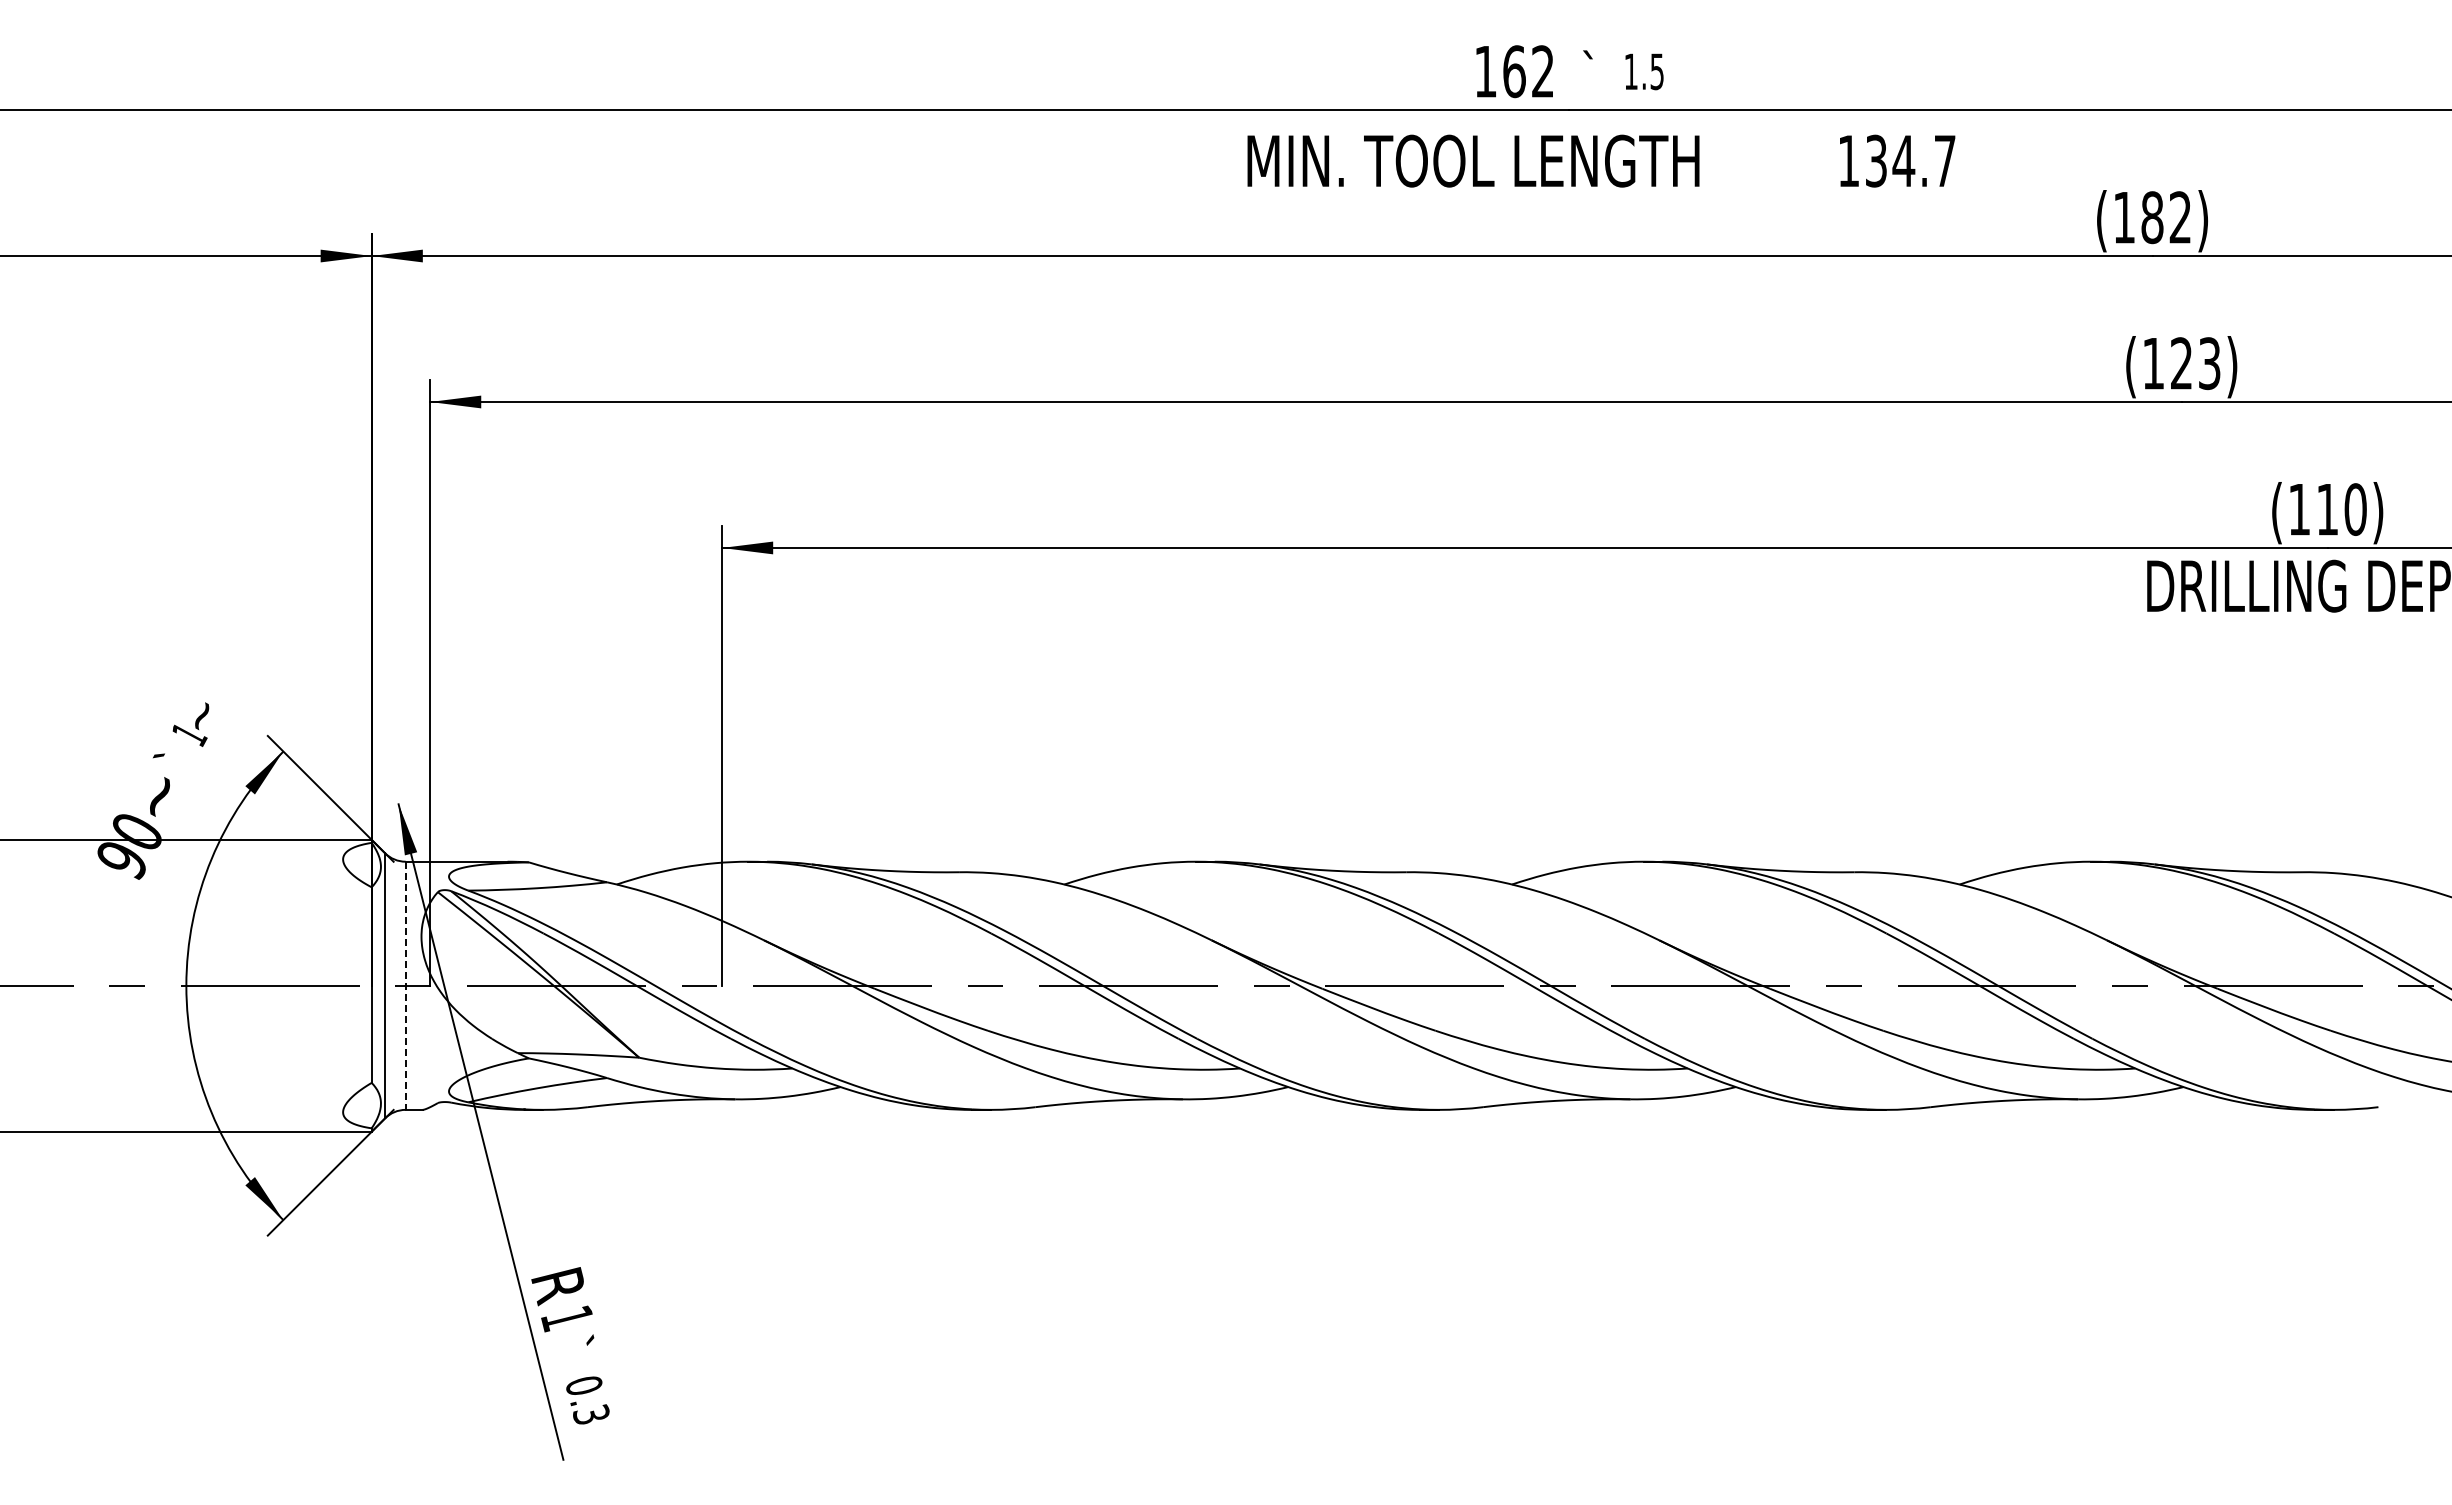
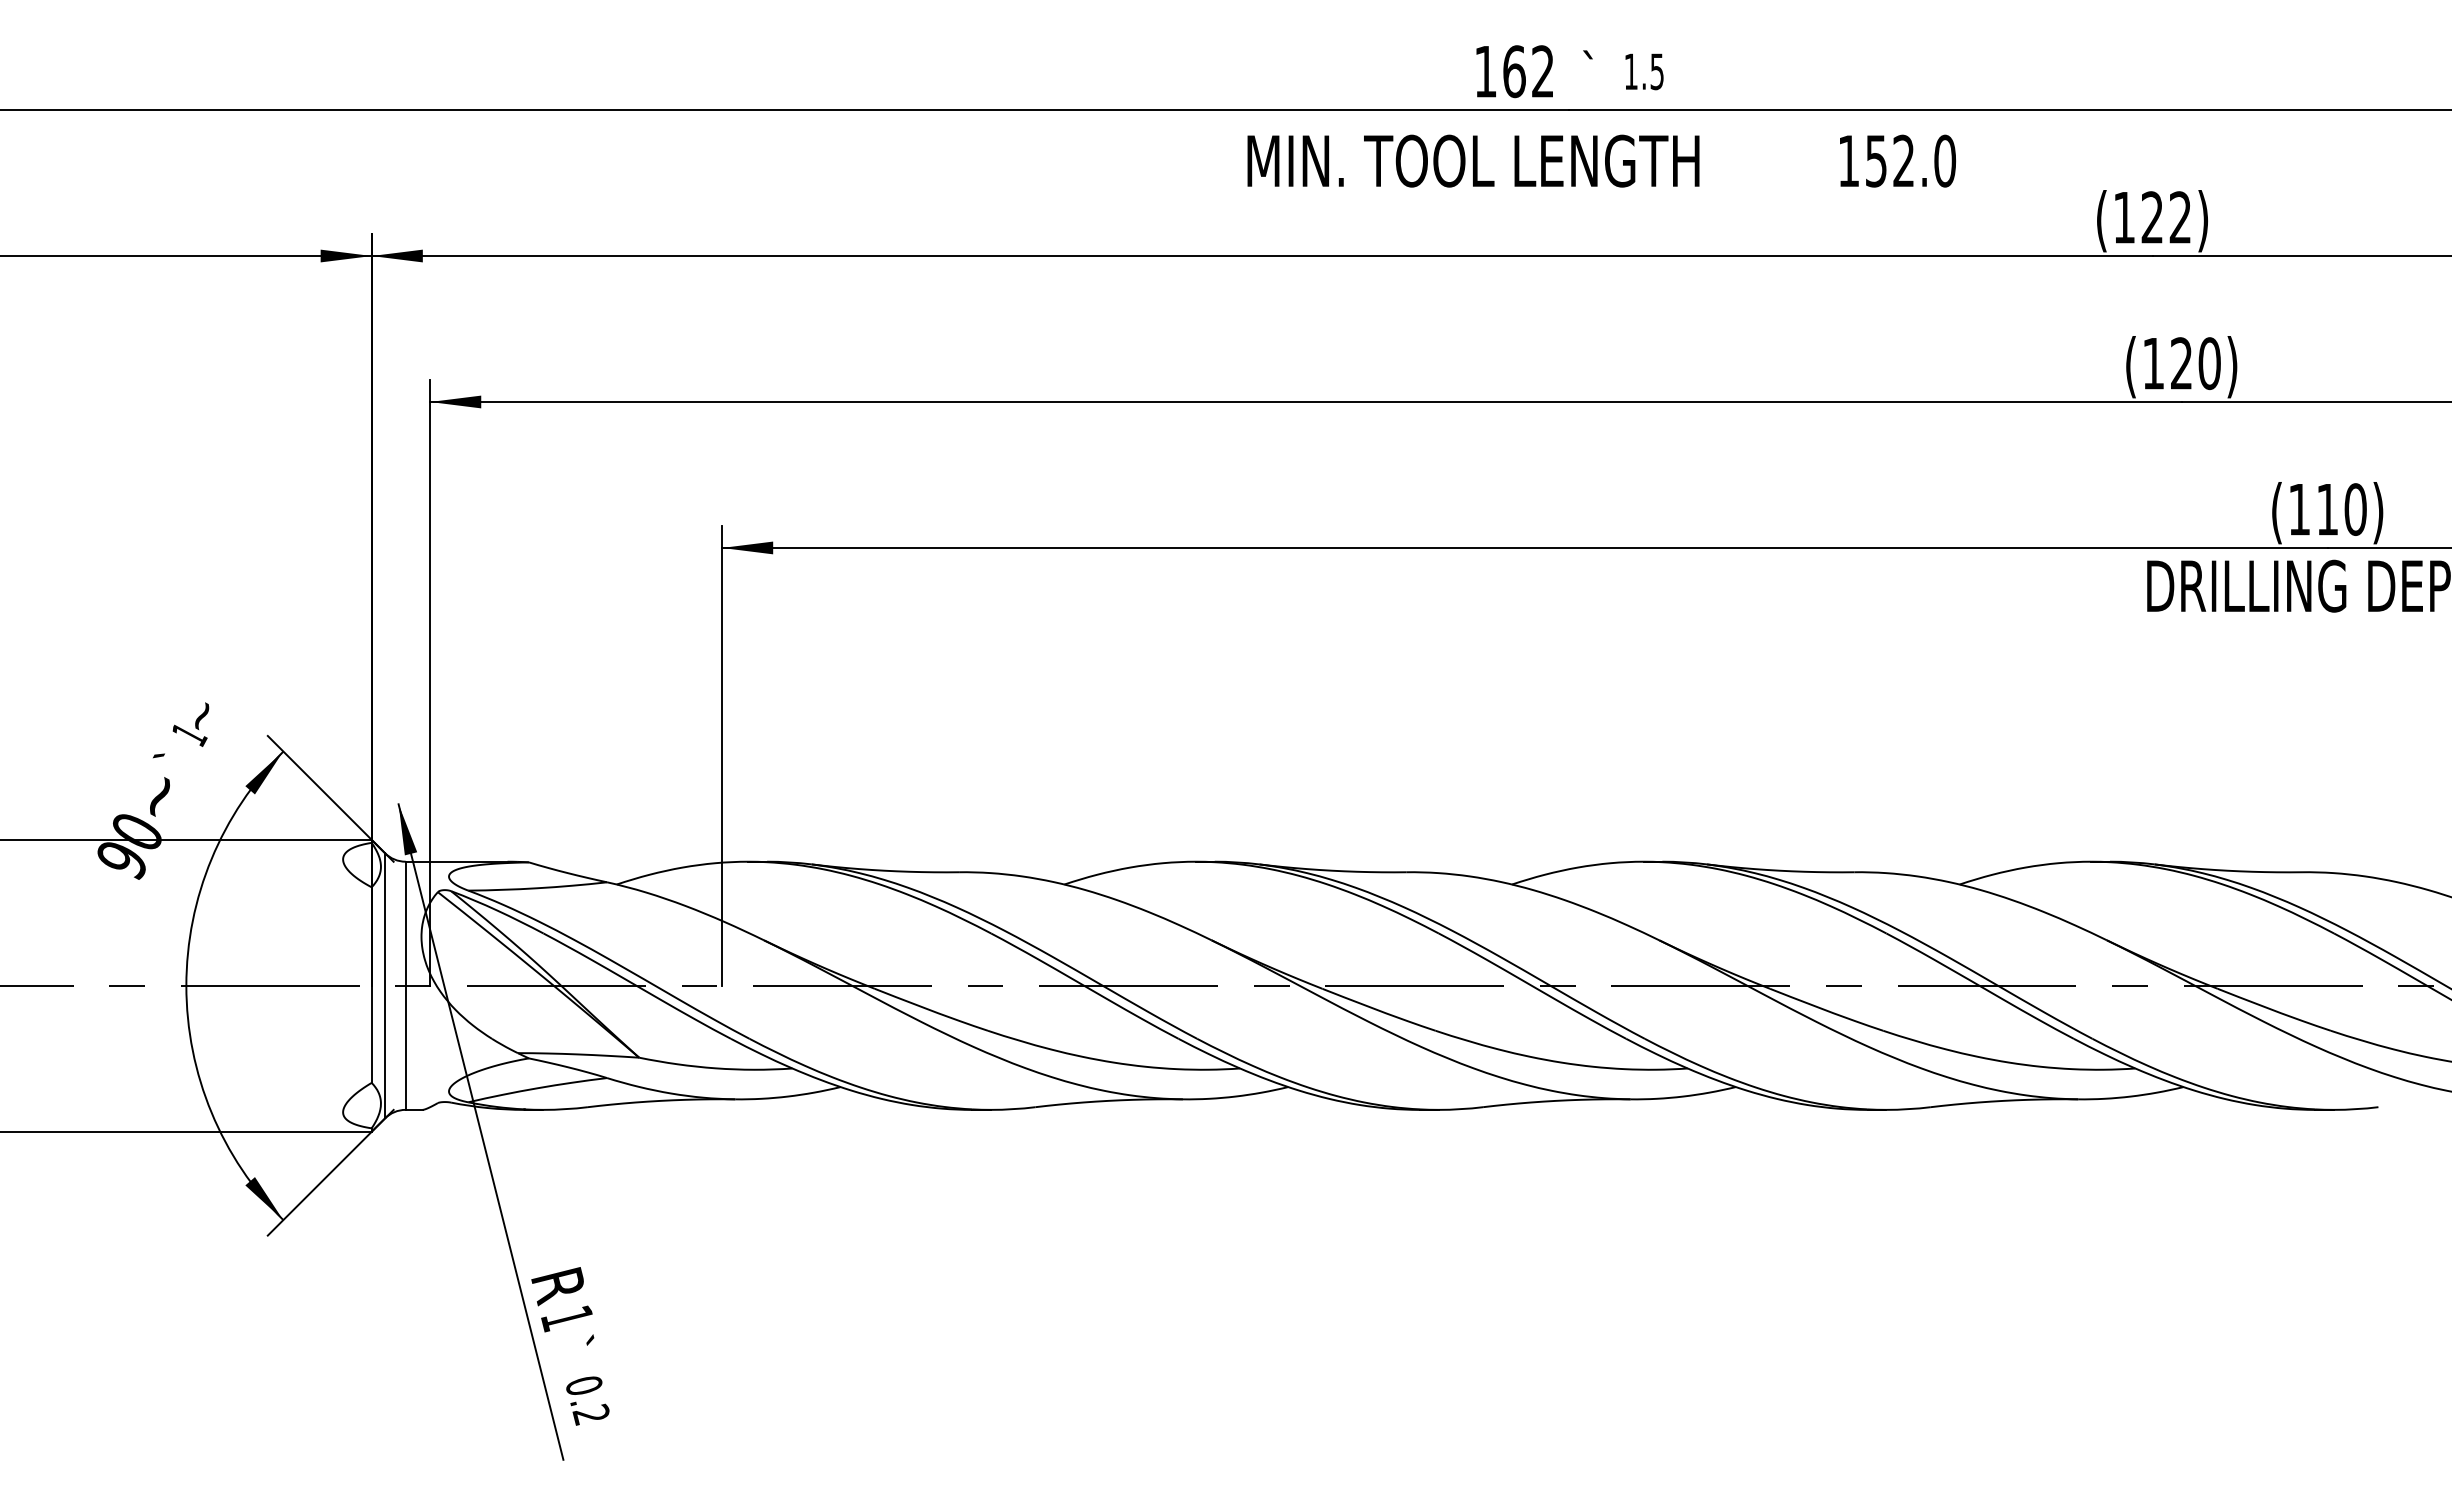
text at (1911, 160): 134.7 -> 152.0
text at (2152, 217): (182) -> (122)
text at (2209, 363): (123) -> (120)
line at (405, 986): dashed -> solid
text at (590, 1414): 0.3 -> 0.2
